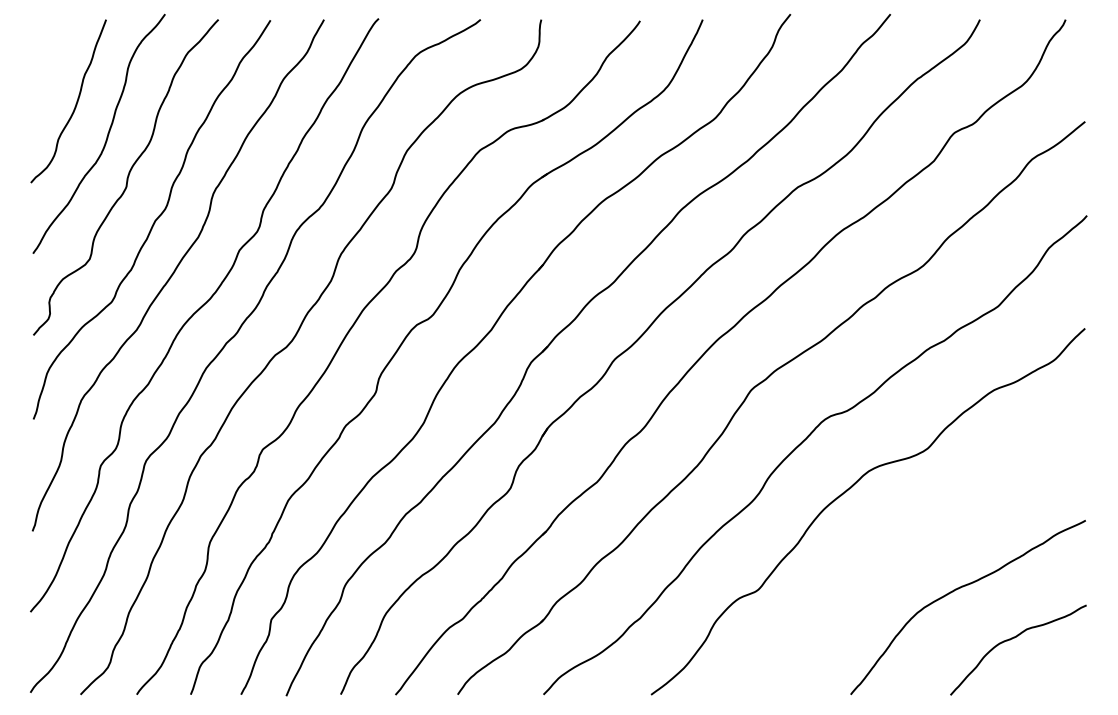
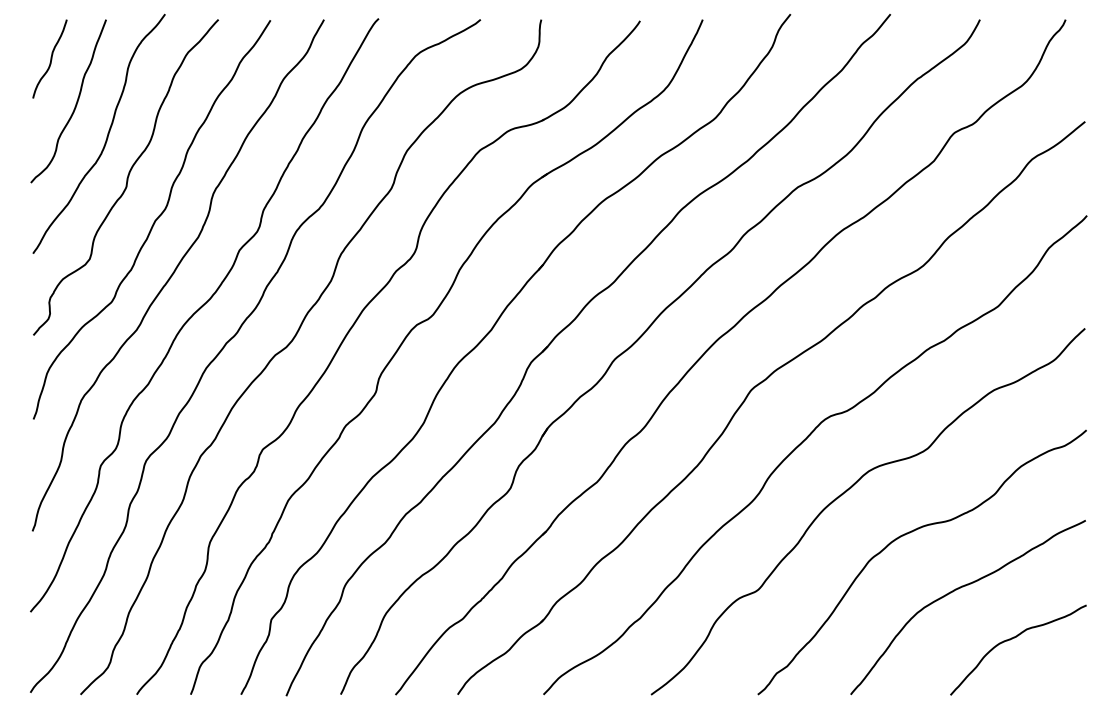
curve at (50, 58): none -> present
curve at (910, 533): none -> present
